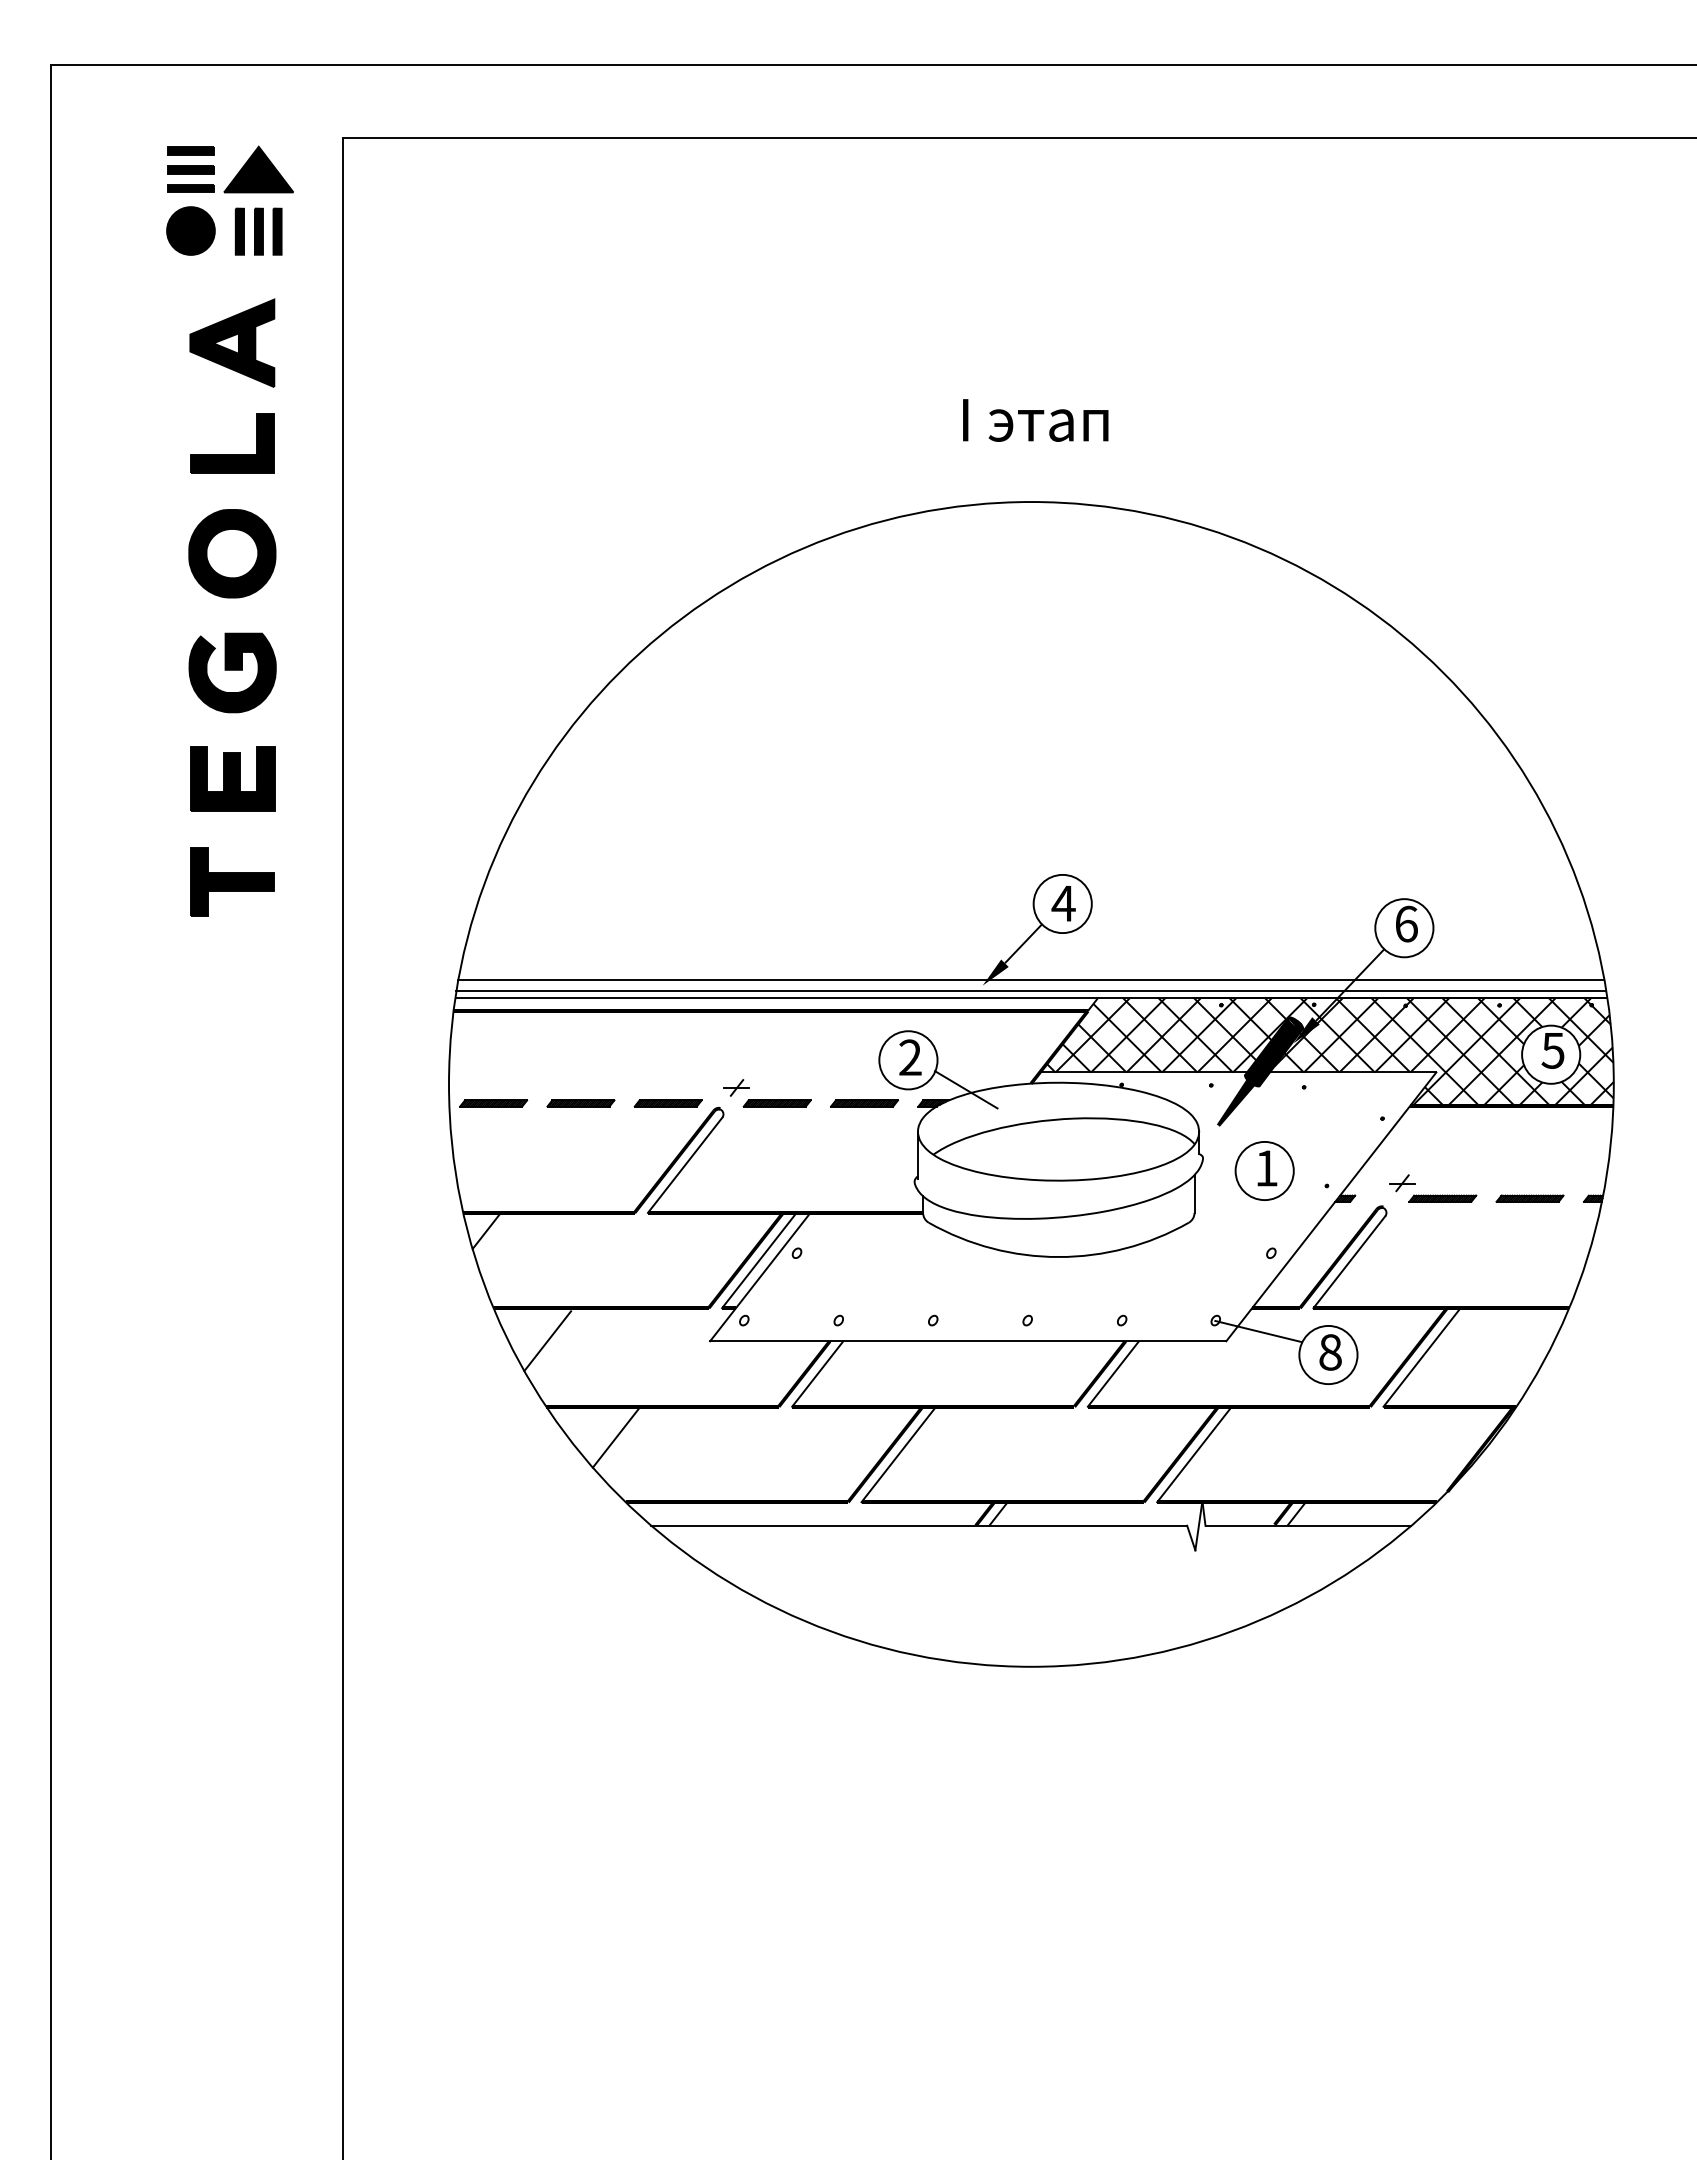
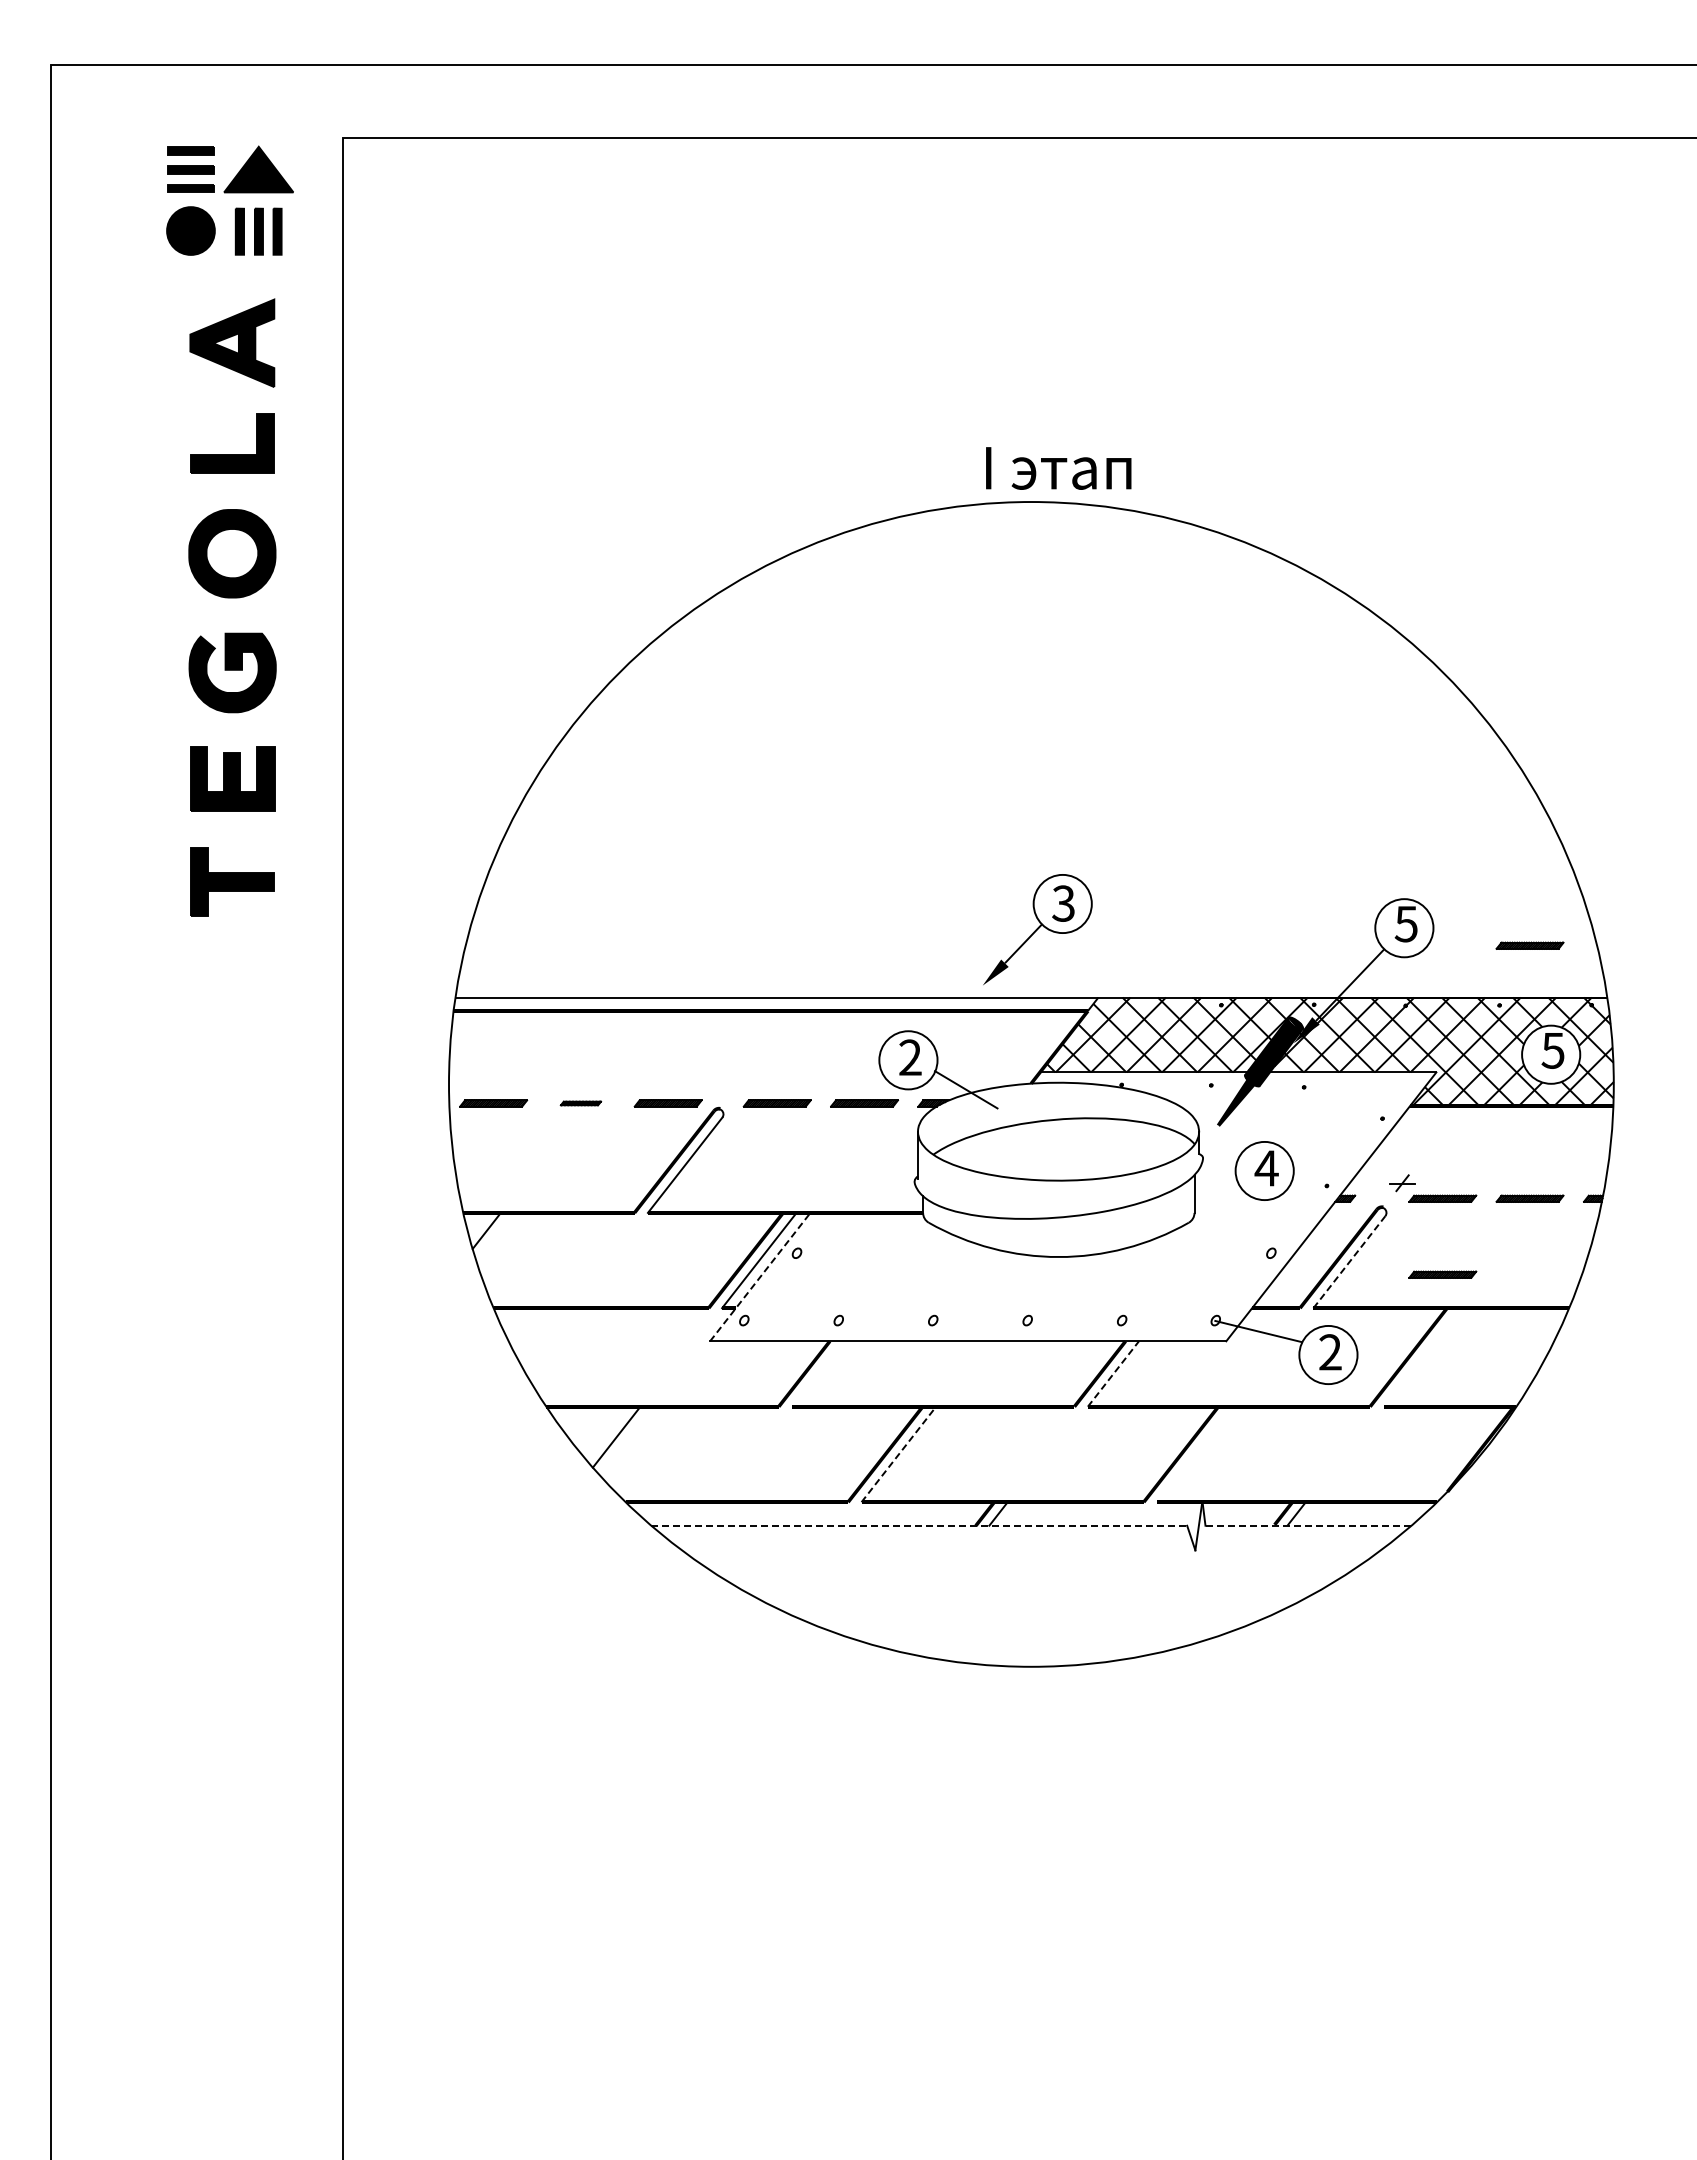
text at (1035, 420) position: (1035, 420) -> (1058, 468)
text at (1063, 903): 4 -> 3
text at (1405, 923): 6 -> 5
part at (1529, 945): none -> present
line at (1031, 980): present -> none
line at (1031, 991): present -> none
part at (736, 1087): present -> none
part at (580, 1103) size: 70x9 px -> 44x7 px
text at (1266, 1168): 1 -> 4
line at (1349, 1261): solid -> dashed
part at (1442, 1274): none -> present
line at (760, 1276): solid -> dashed
line at (547, 1341): present -> none
text at (1330, 1352): 8 -> 2
line at (1421, 1357): present -> none
line at (817, 1373): present -> none
line at (1113, 1374): solid -> dashed
line at (898, 1454): solid -> dashed
line at (1194, 1454): present -> none
line at (919, 1525): solid -> dashed
line at (1308, 1525): solid -> dashed
